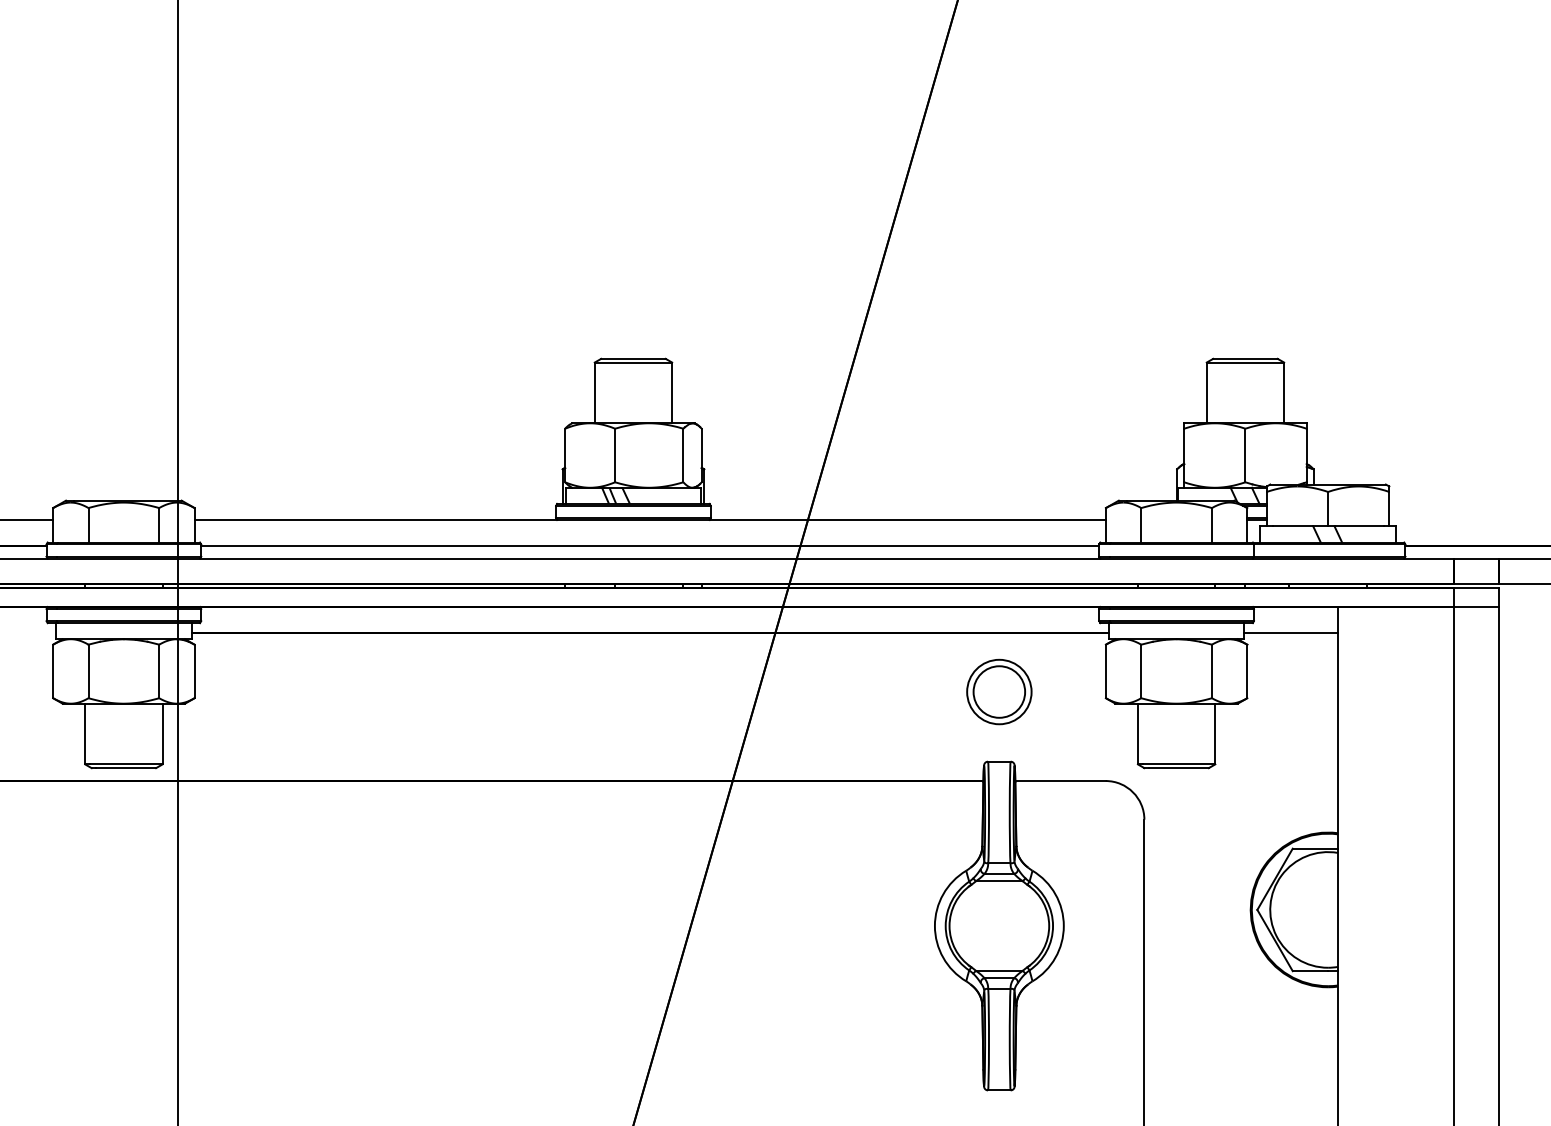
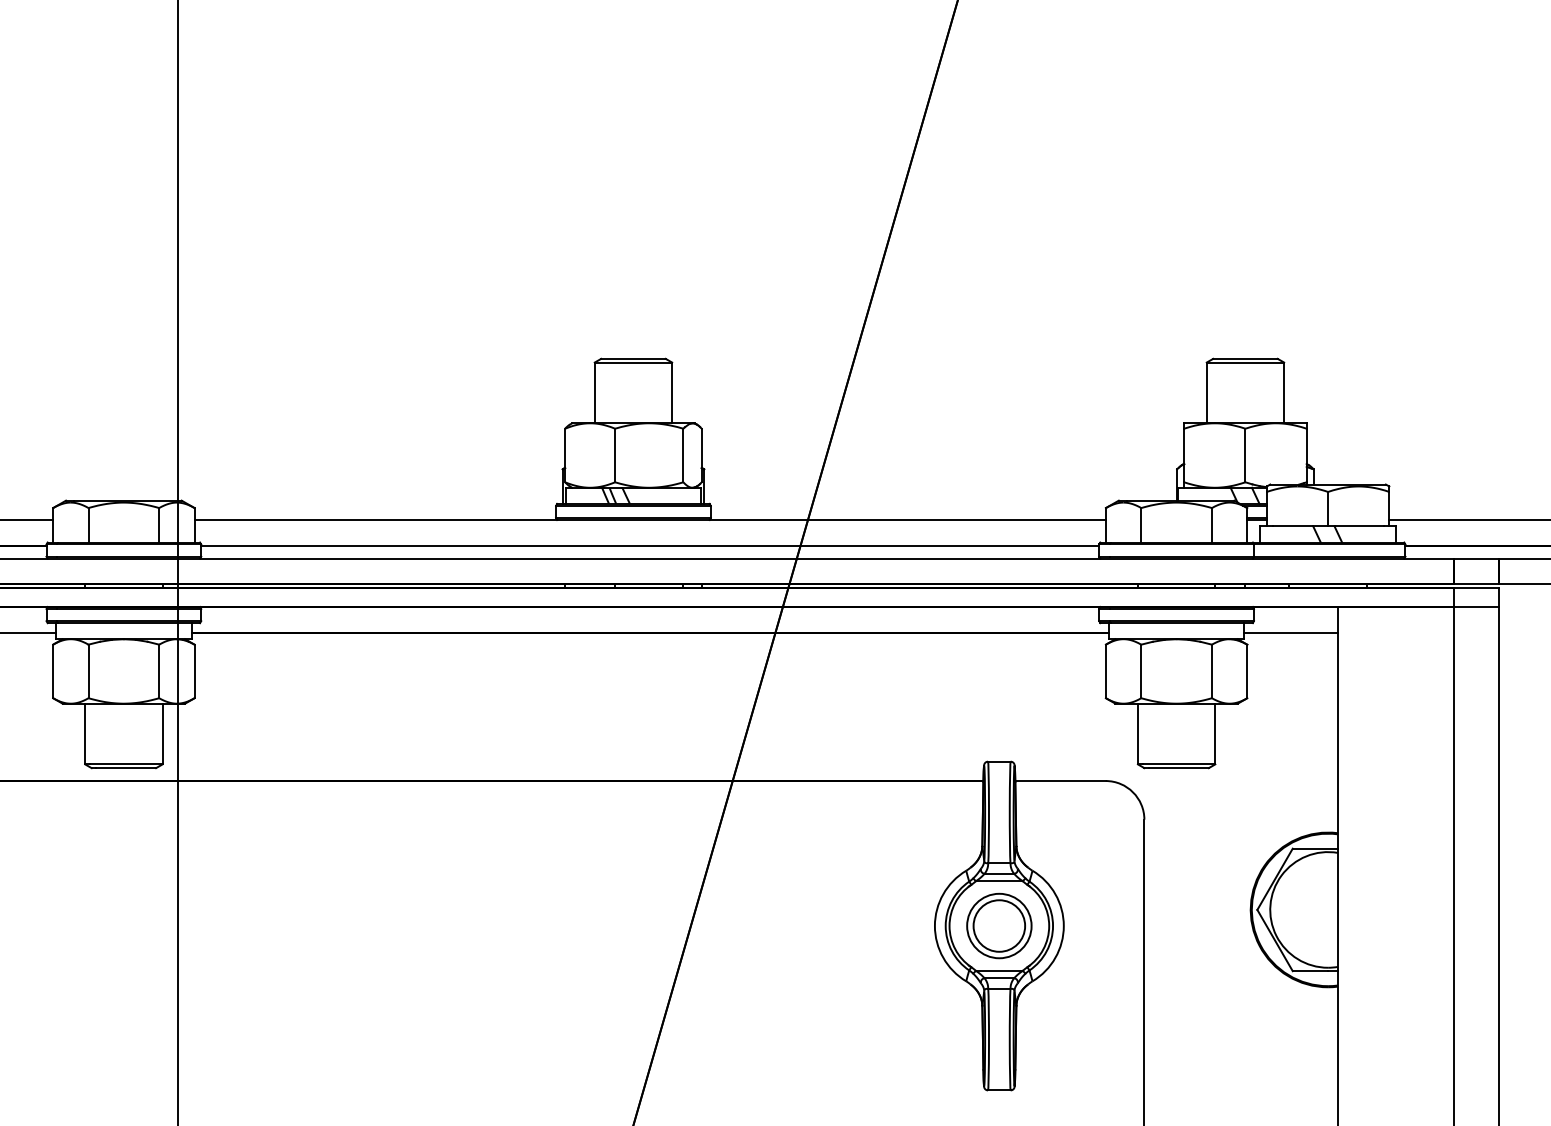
line at (1468, 520): none -> present
line at (29, 632): none -> present
part at (999, 691) position: (999, 691) -> (999, 925)
